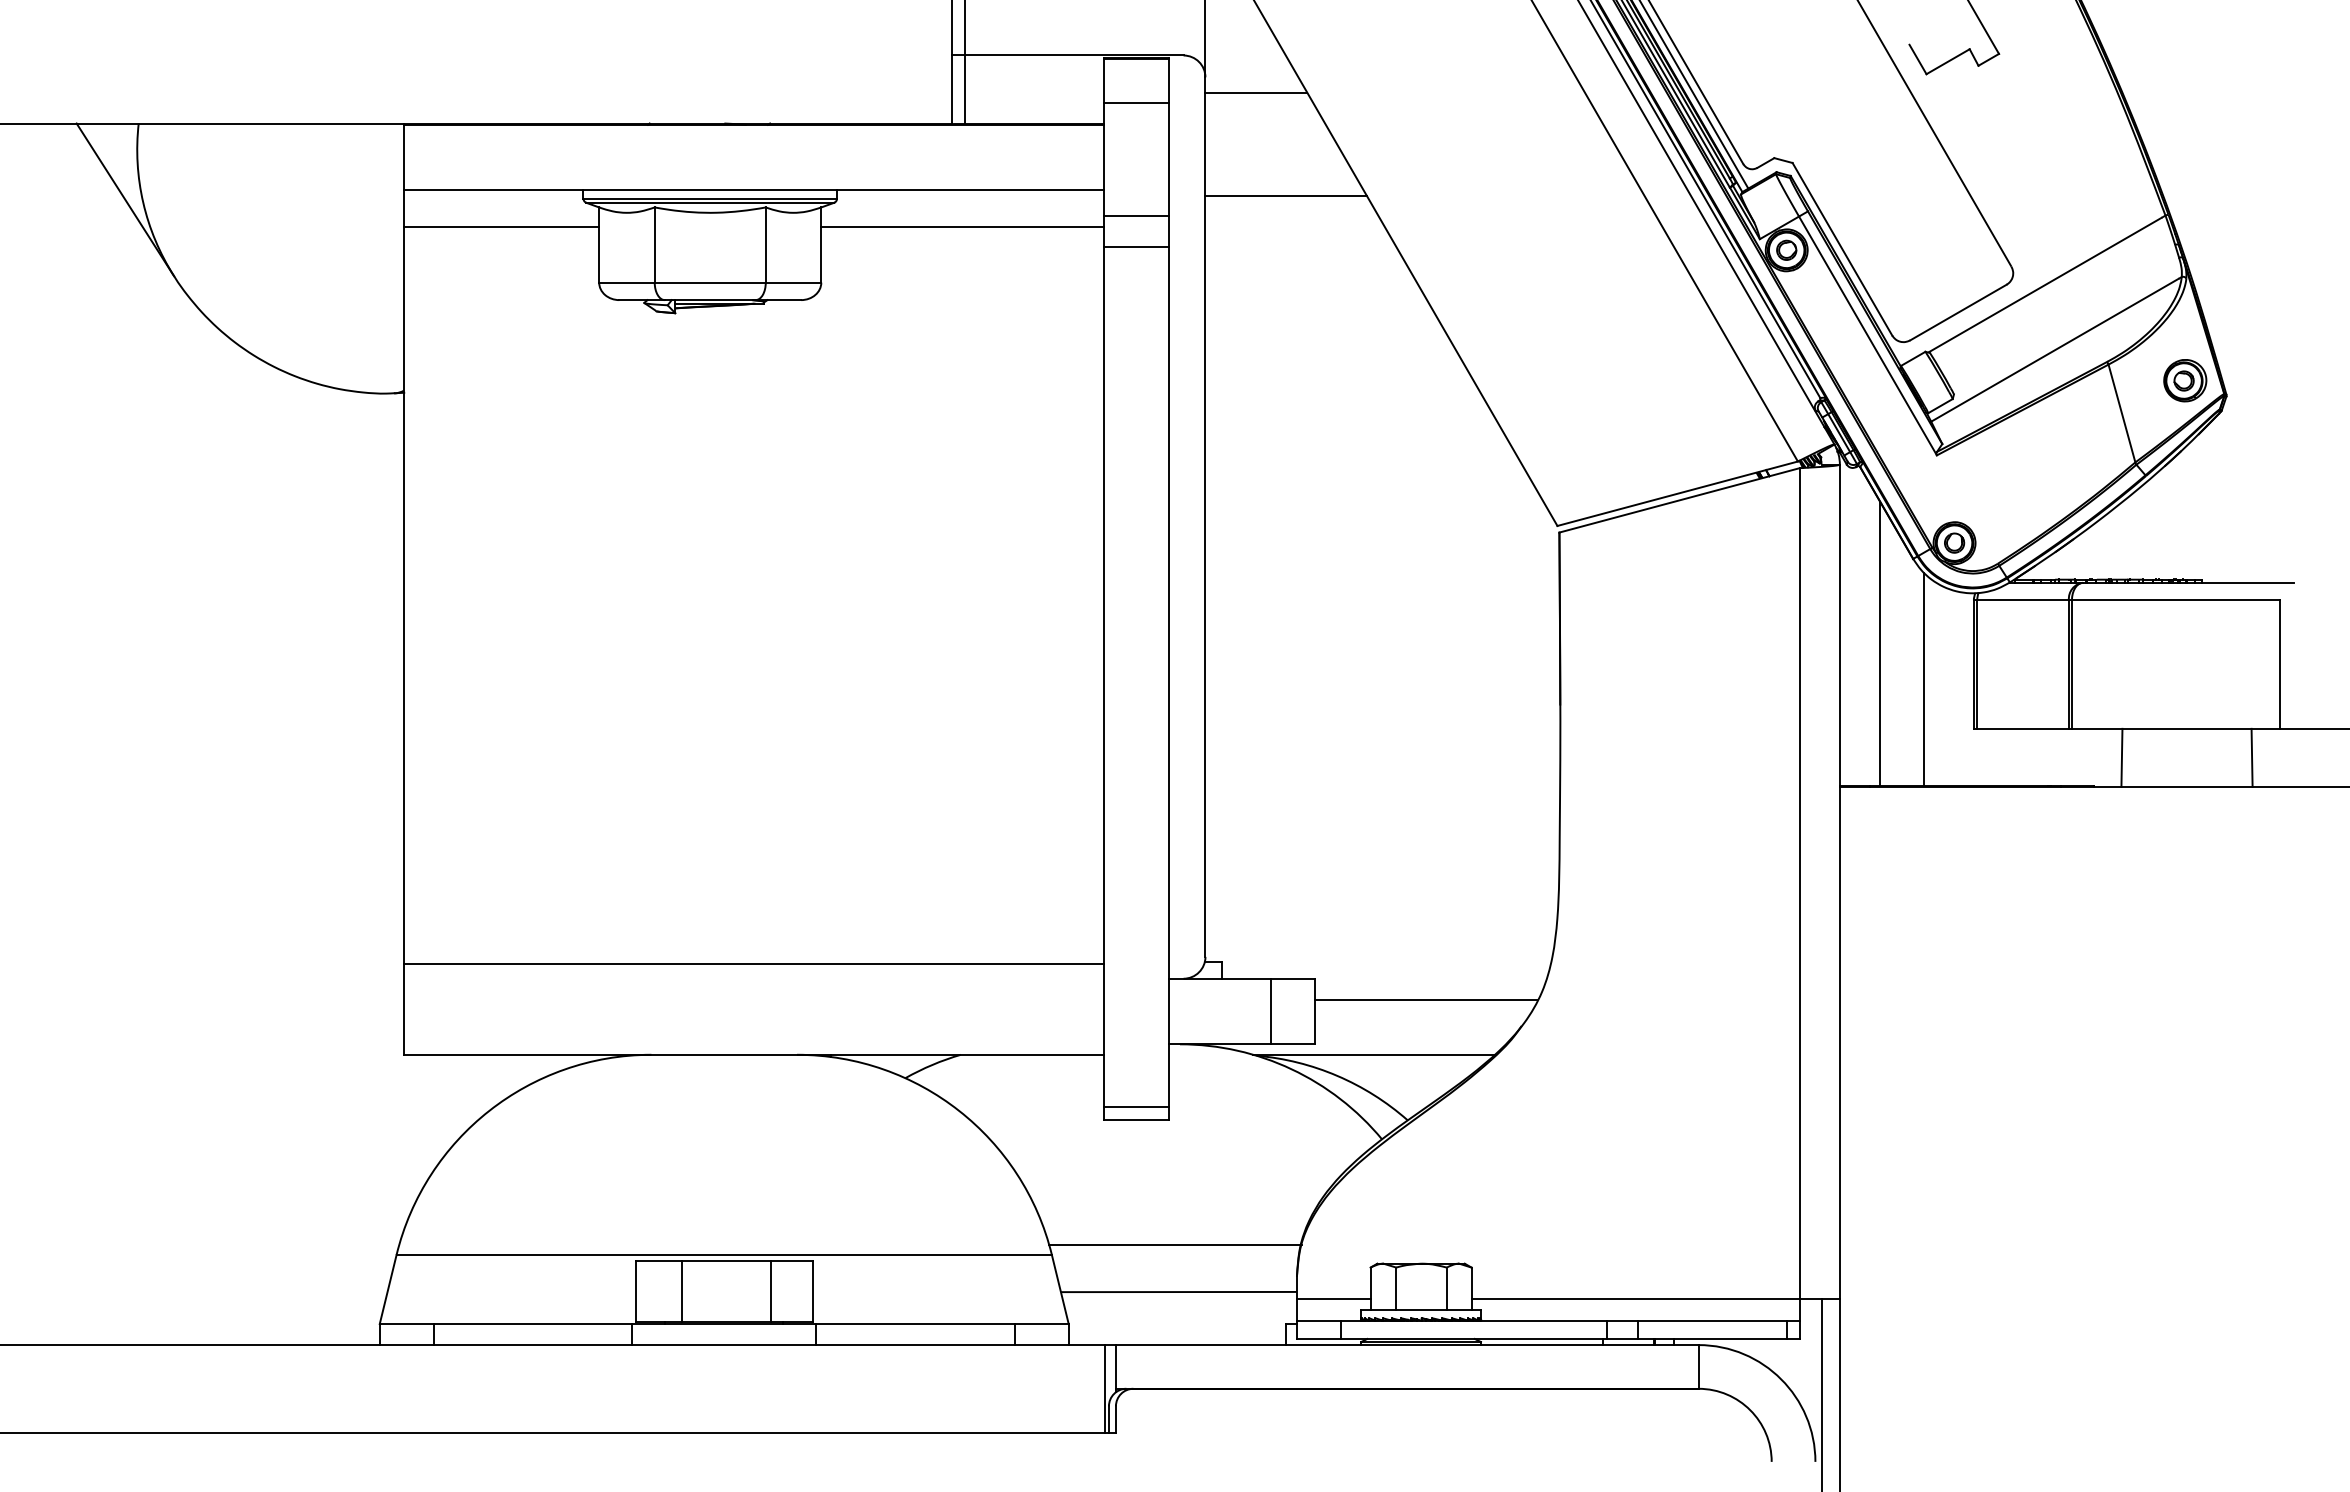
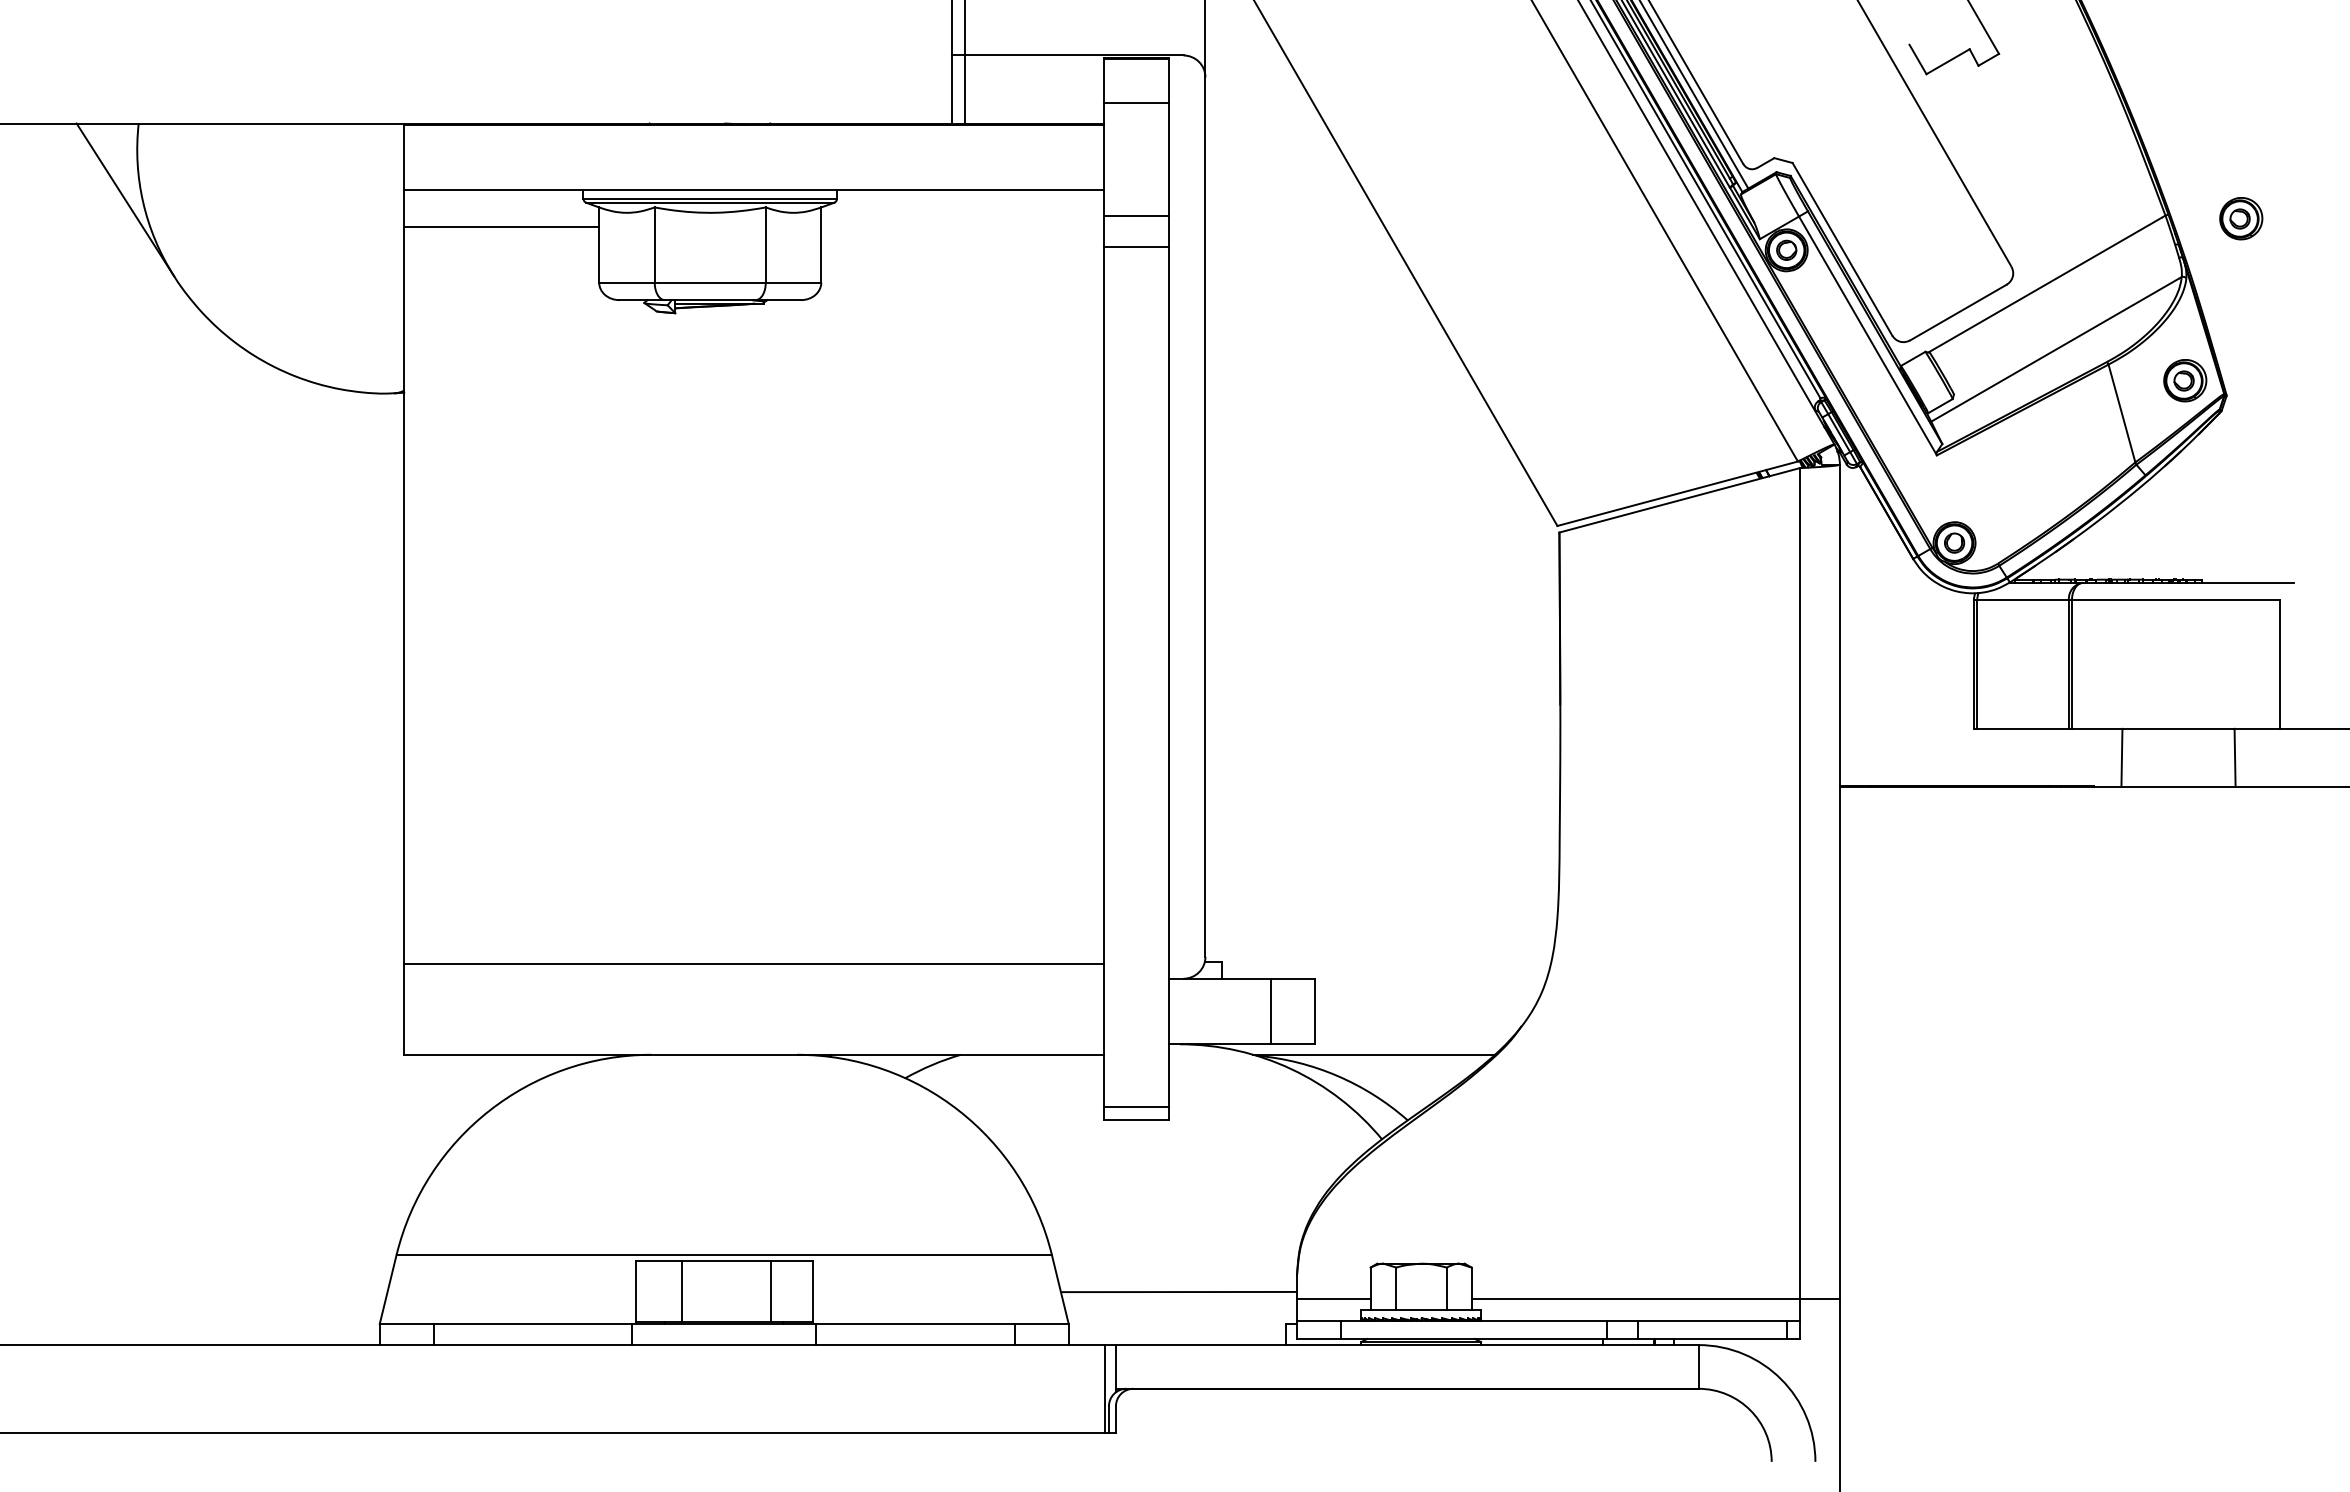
line at (1256, 92): present -> none
line at (1285, 195): present -> none
part at (2241, 218): none -> present
line at (962, 226): present -> none
line at (1880, 643): present -> none
line at (1923, 678): present -> none
line at (2251, 757) position: (2251, 757) -> (2234, 757)
line at (1425, 1000): present -> none
line at (1175, 1244): present -> none
line at (1821, 1393): present -> none
